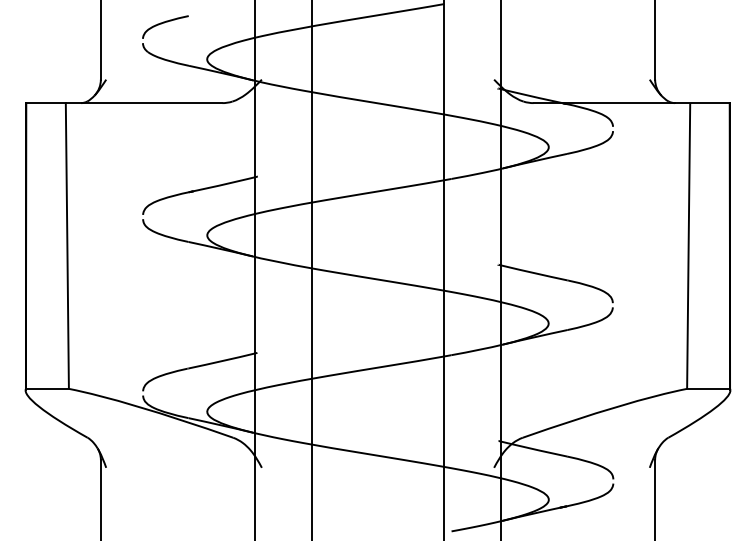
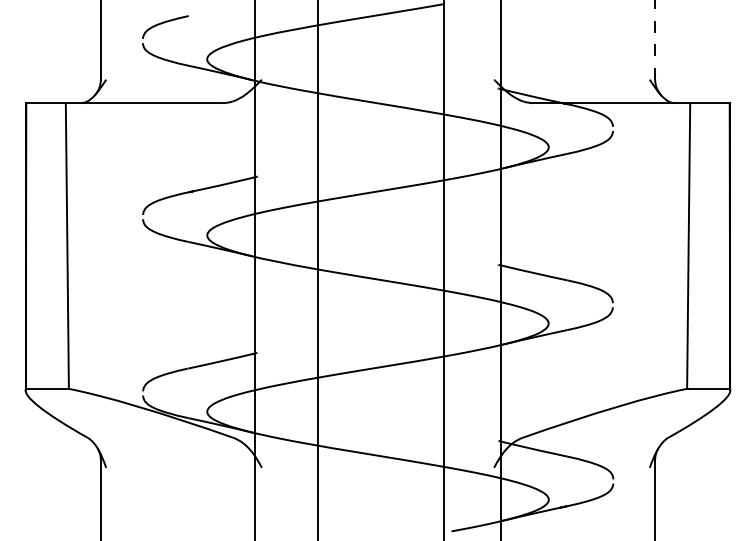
line at (655, 39): solid -> dashed
line at (311, 269) position: (311, 269) -> (317, 269)
